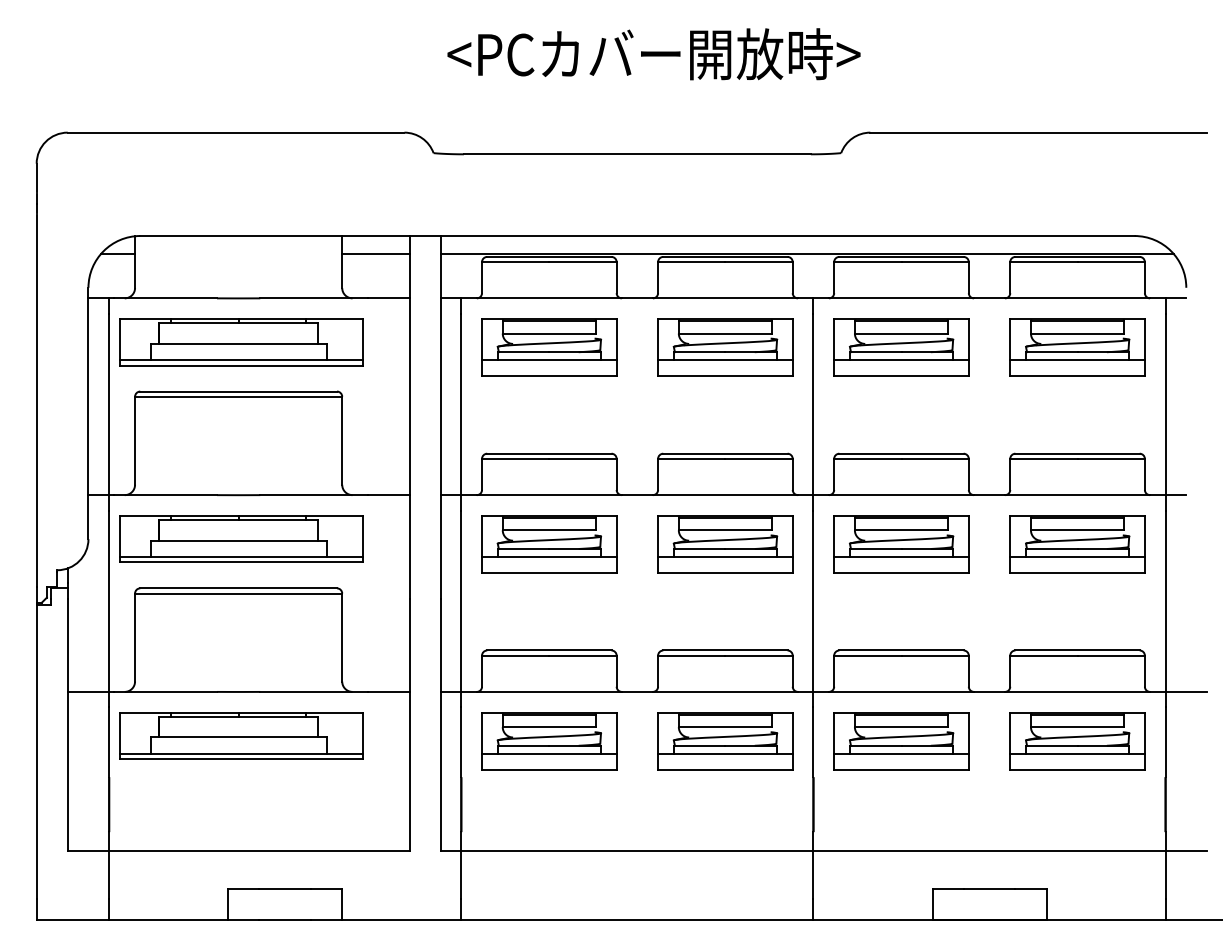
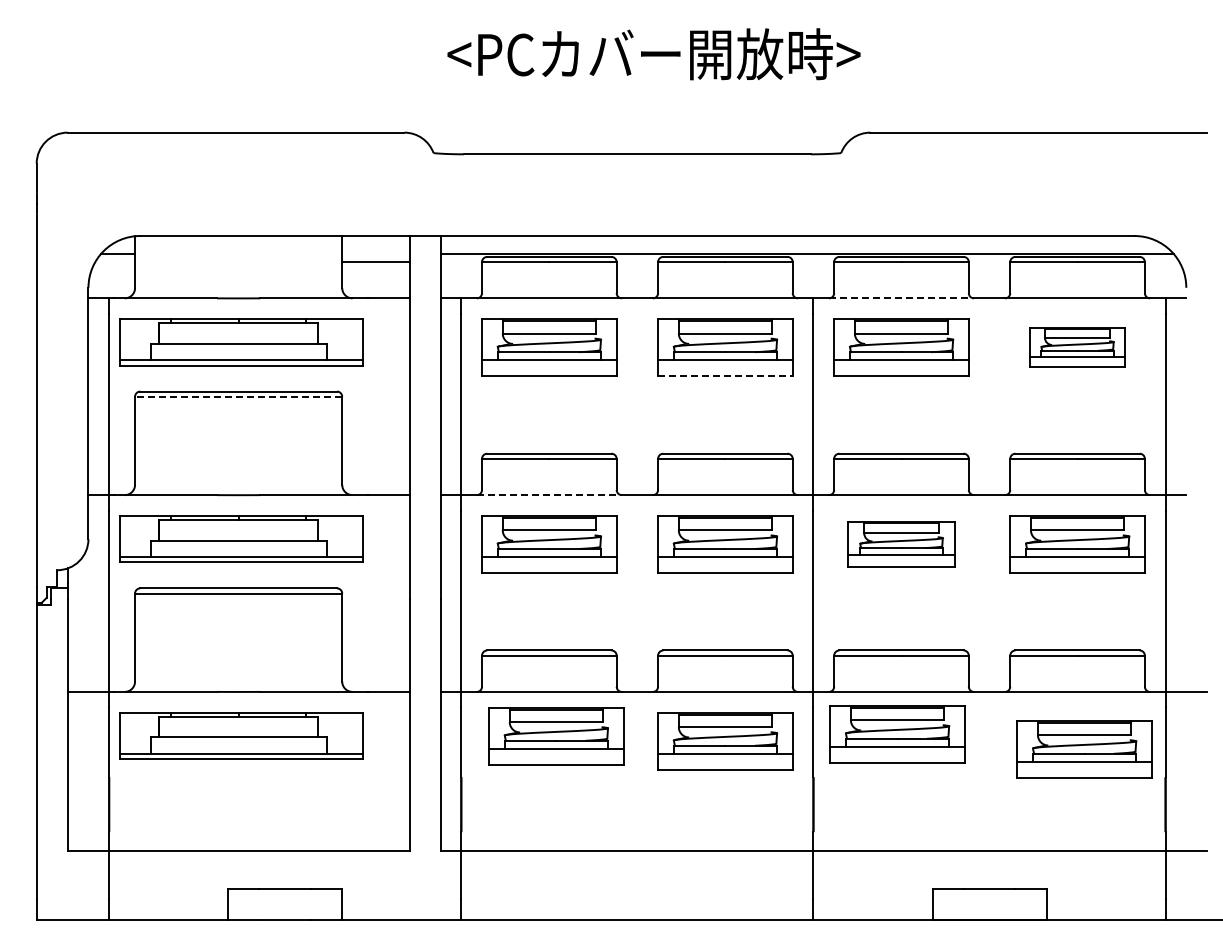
line at (375, 253) position: (375, 253) -> (375, 261)
line at (901, 298): solid -> dashed
part at (1077, 347) size: 137x59 px -> 97x41 px
line at (725, 376): solid -> dashed
line at (238, 396): solid -> dashed
line at (549, 495): solid -> dashed
part at (901, 544) size: 137x59 px -> 109x47 px
part at (549, 741) position: (549, 741) -> (556, 736)
part at (901, 741) position: (901, 741) -> (897, 734)
part at (1077, 741) position: (1077, 741) -> (1084, 749)
